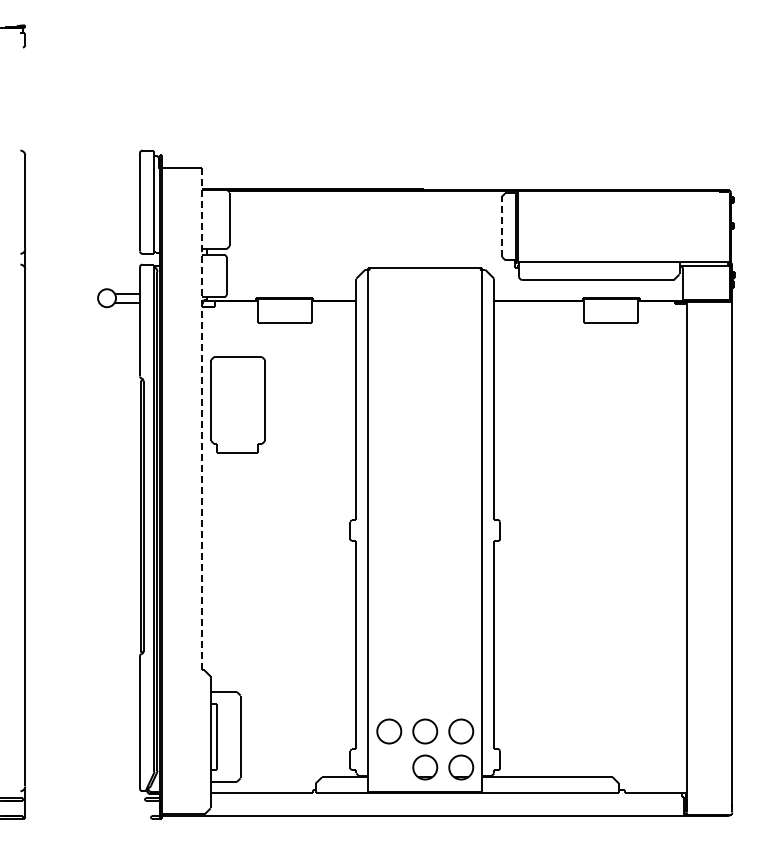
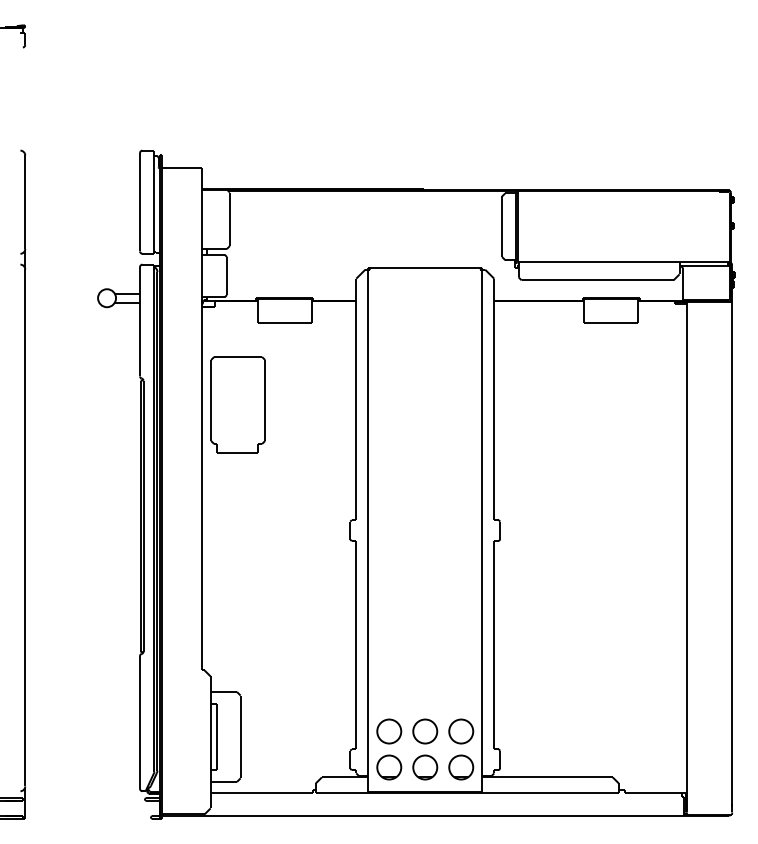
line at (502, 226): dashed -> solid
line at (201, 419): dashed -> solid
part at (389, 767): none -> present
